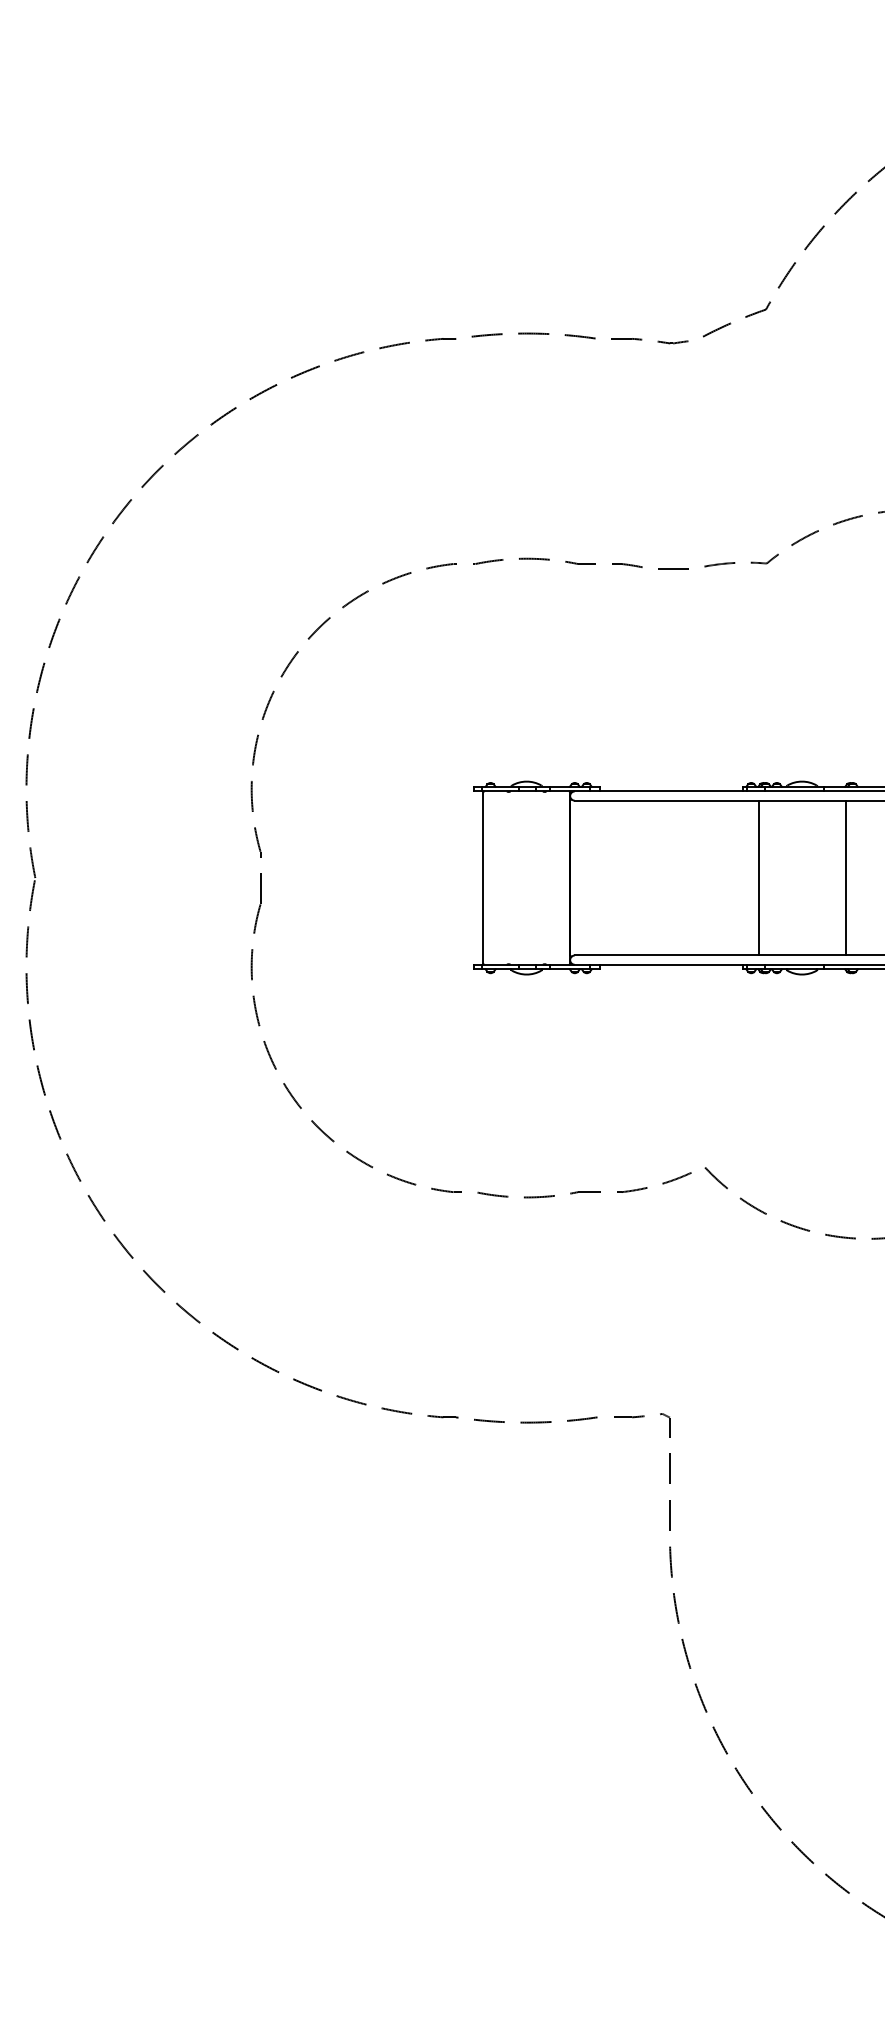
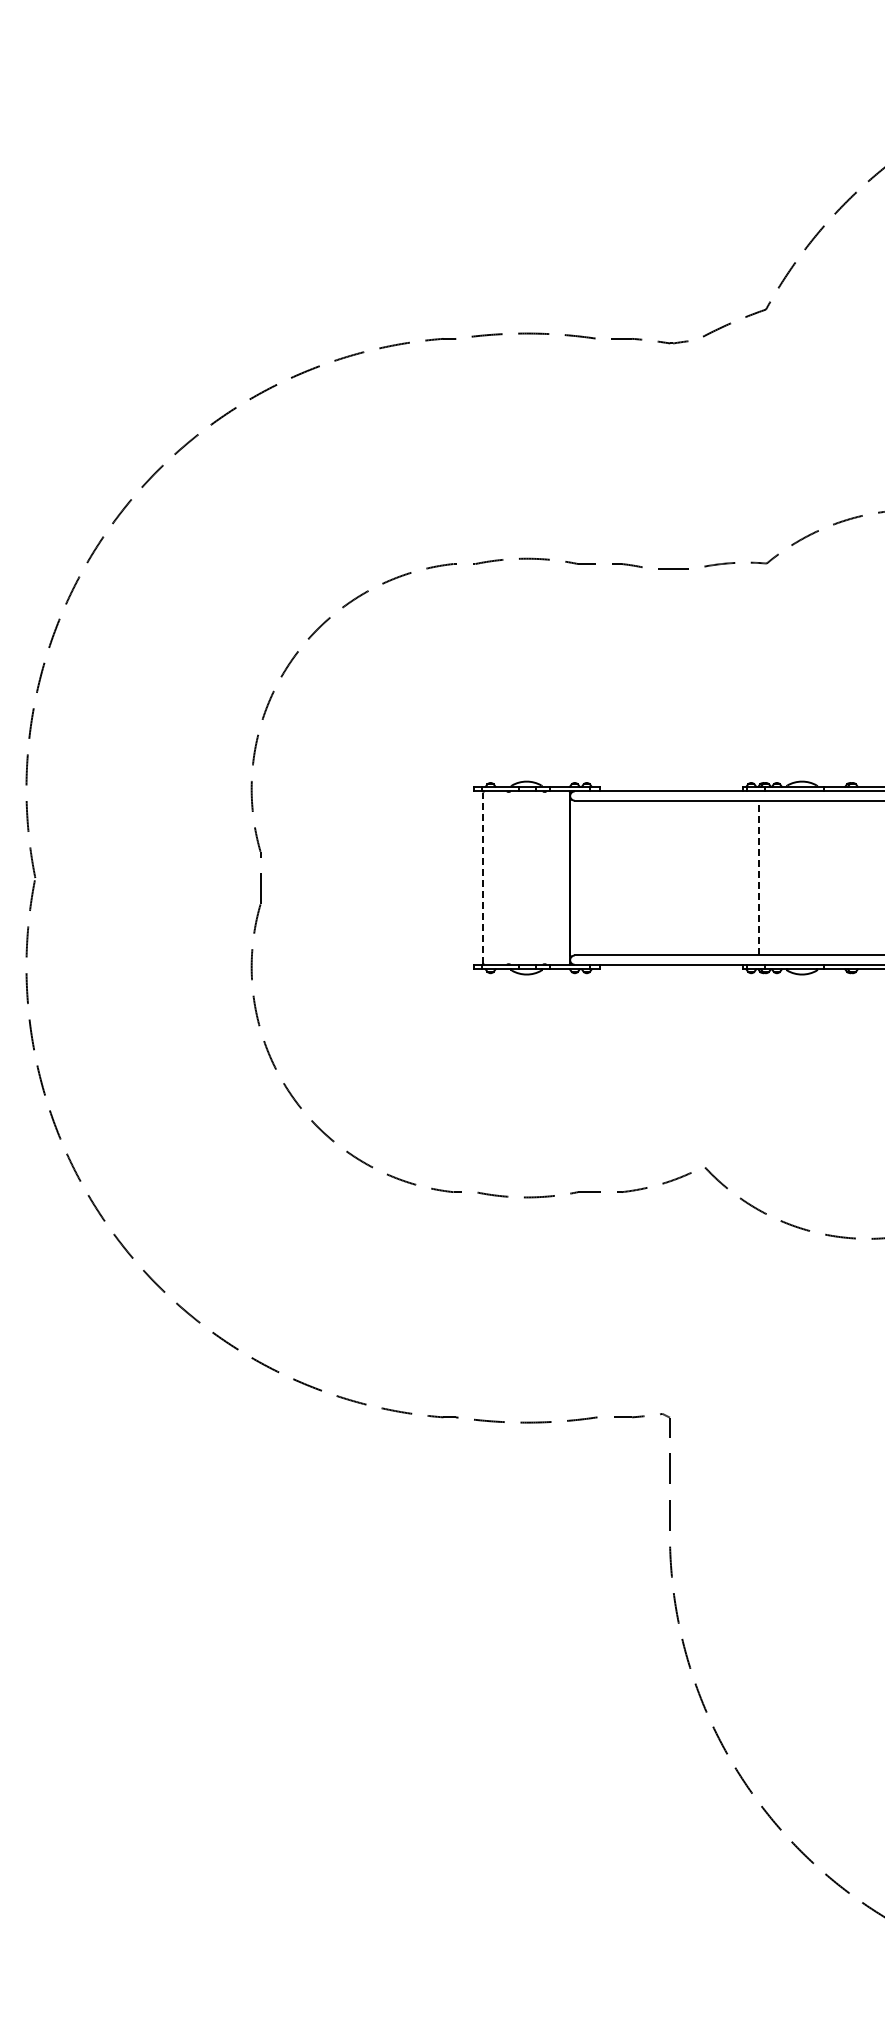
line at (483, 877): solid -> dashed
line at (758, 877): solid -> dashed
line at (845, 877): present -> none
